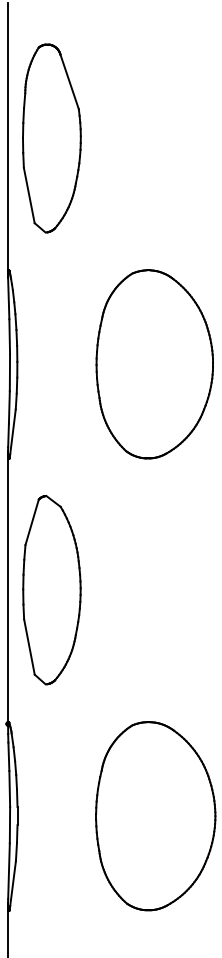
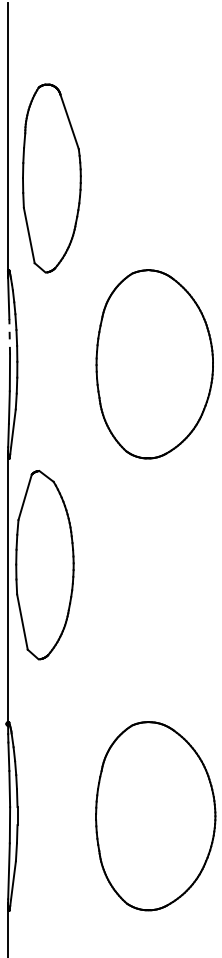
part at (51, 138) position: (51, 138) -> (51, 178)
line at (9, 336): solid -> dashed
part at (51, 590) position: (51, 590) -> (44, 565)
